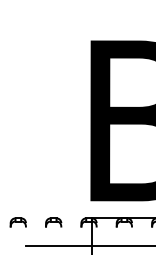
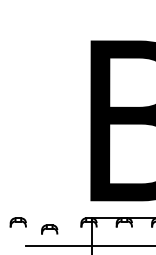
part at (53, 222) position: (53, 222) -> (49, 229)
